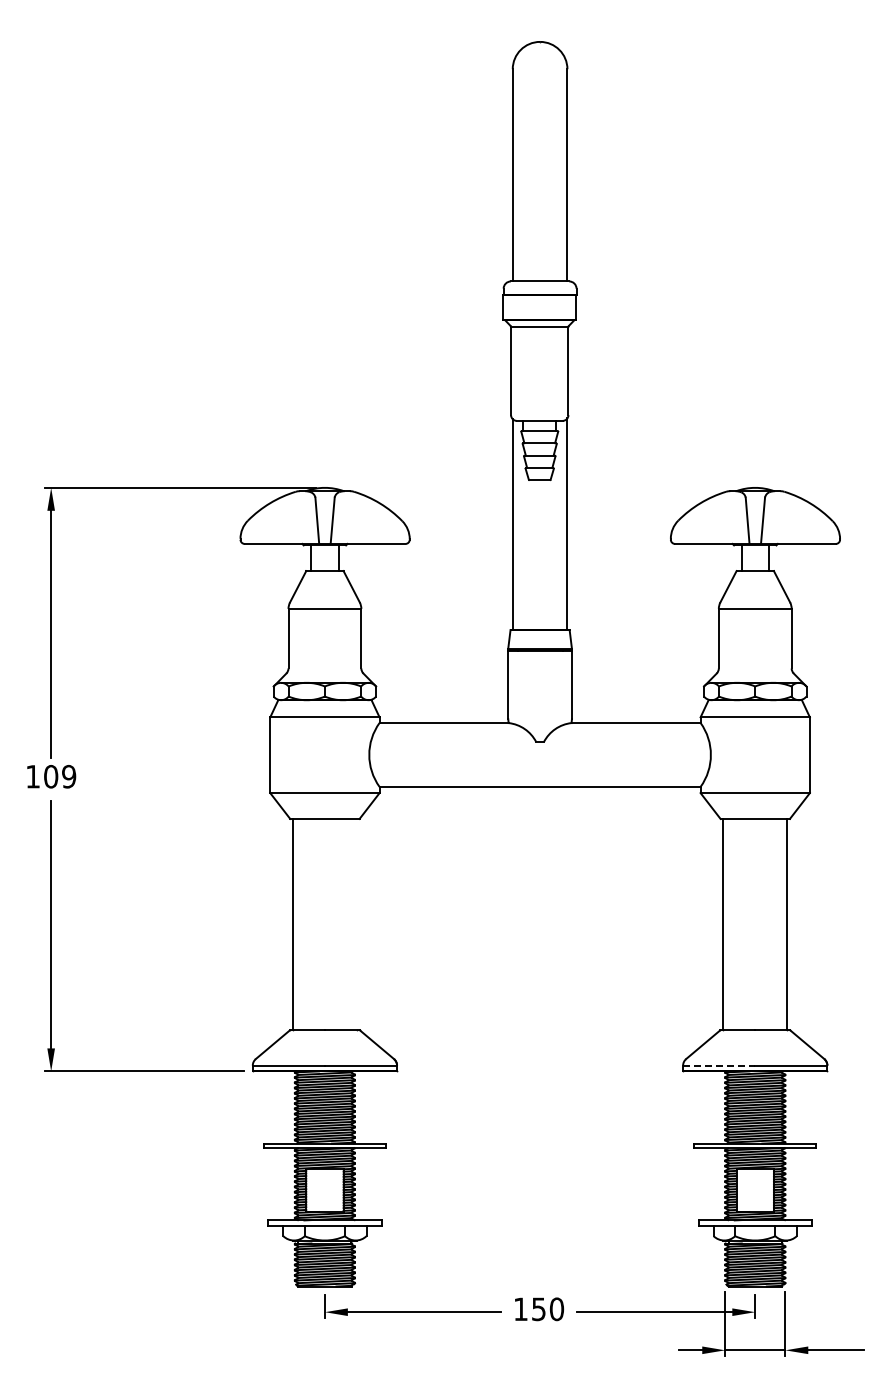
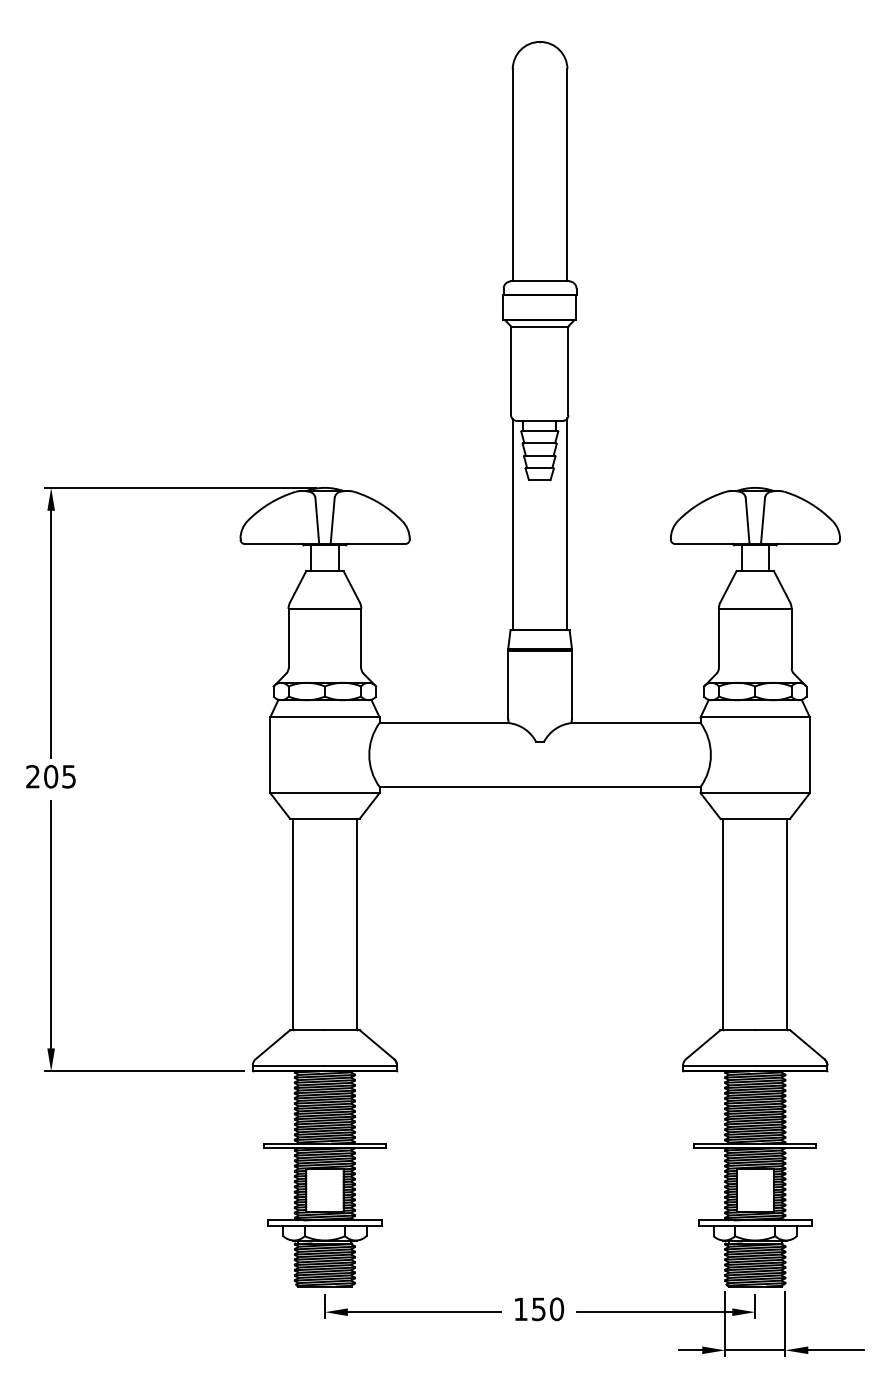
text at (51, 776): 109 -> 205
line at (356, 924): none -> present
line at (719, 1065): dashed -> solid
